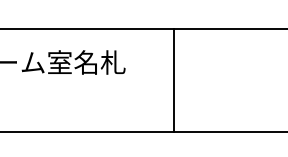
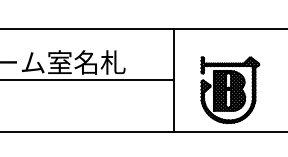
line at (87, 80): none -> present
part at (230, 89): none -> present
